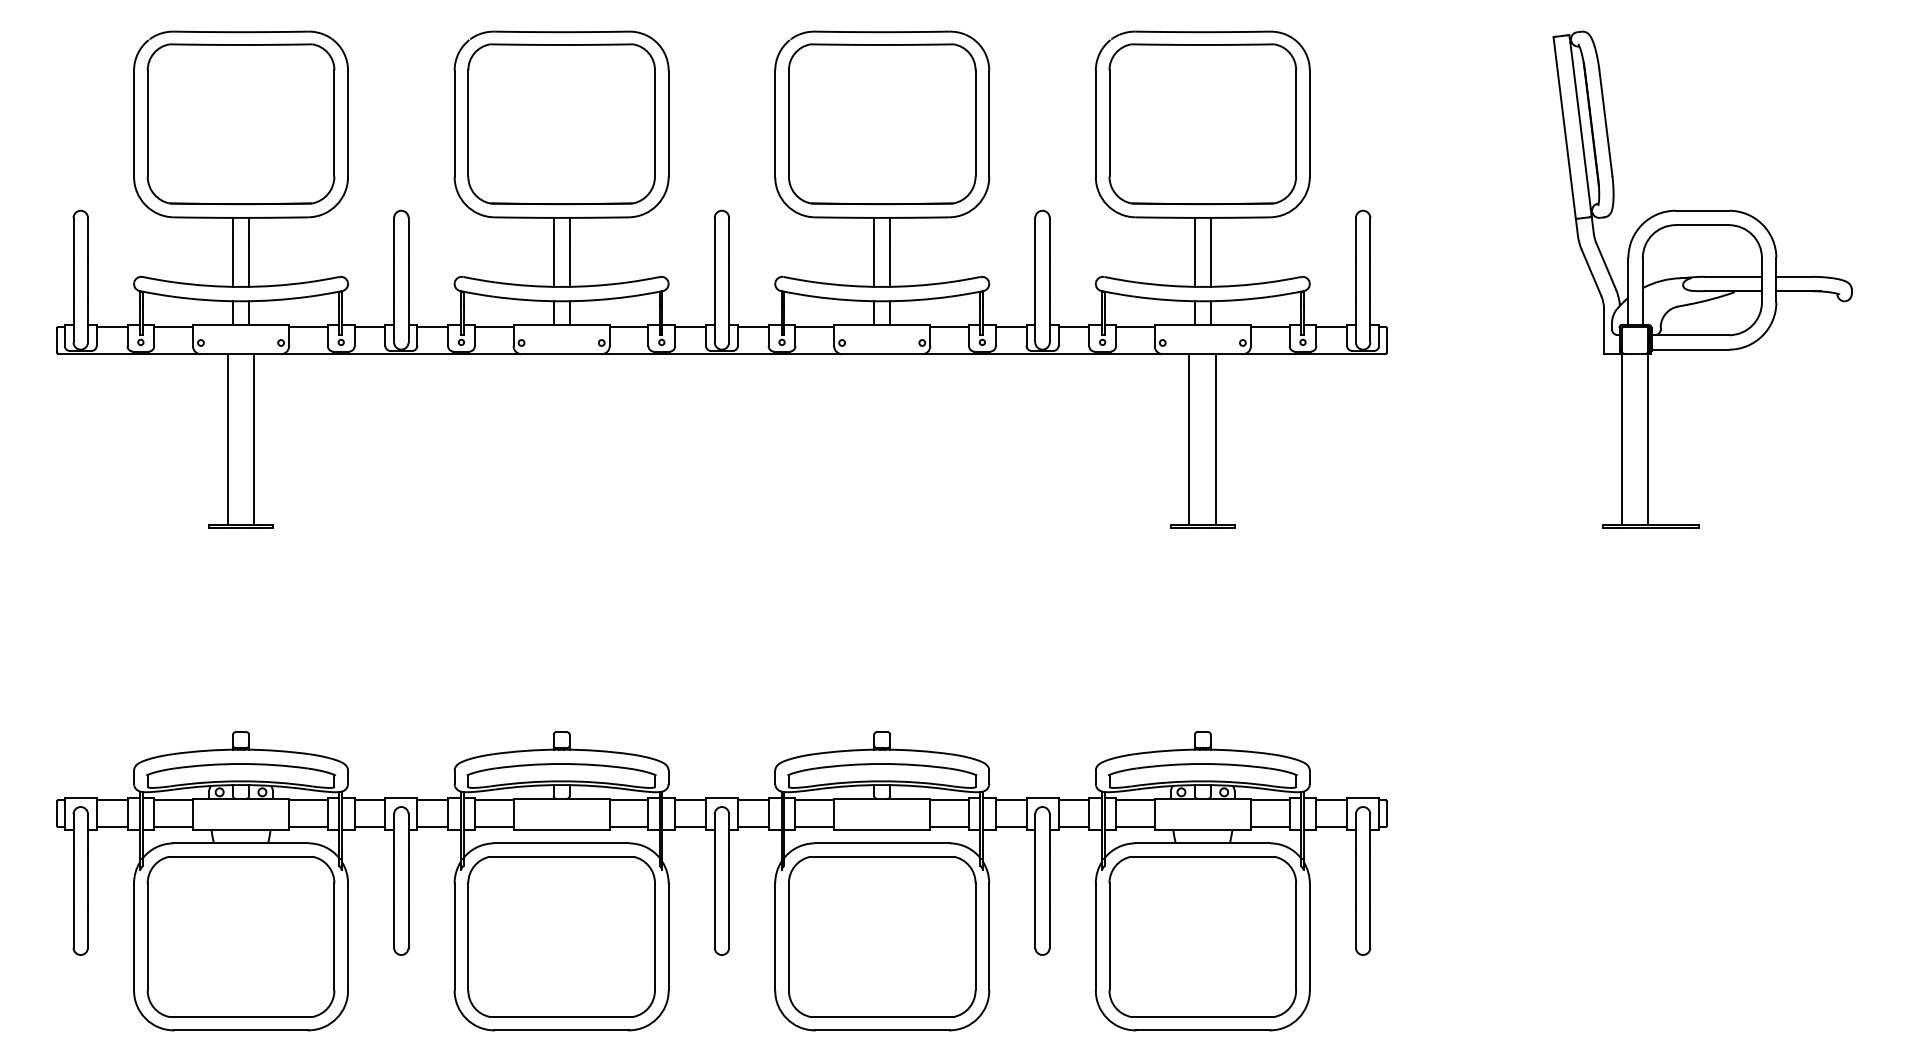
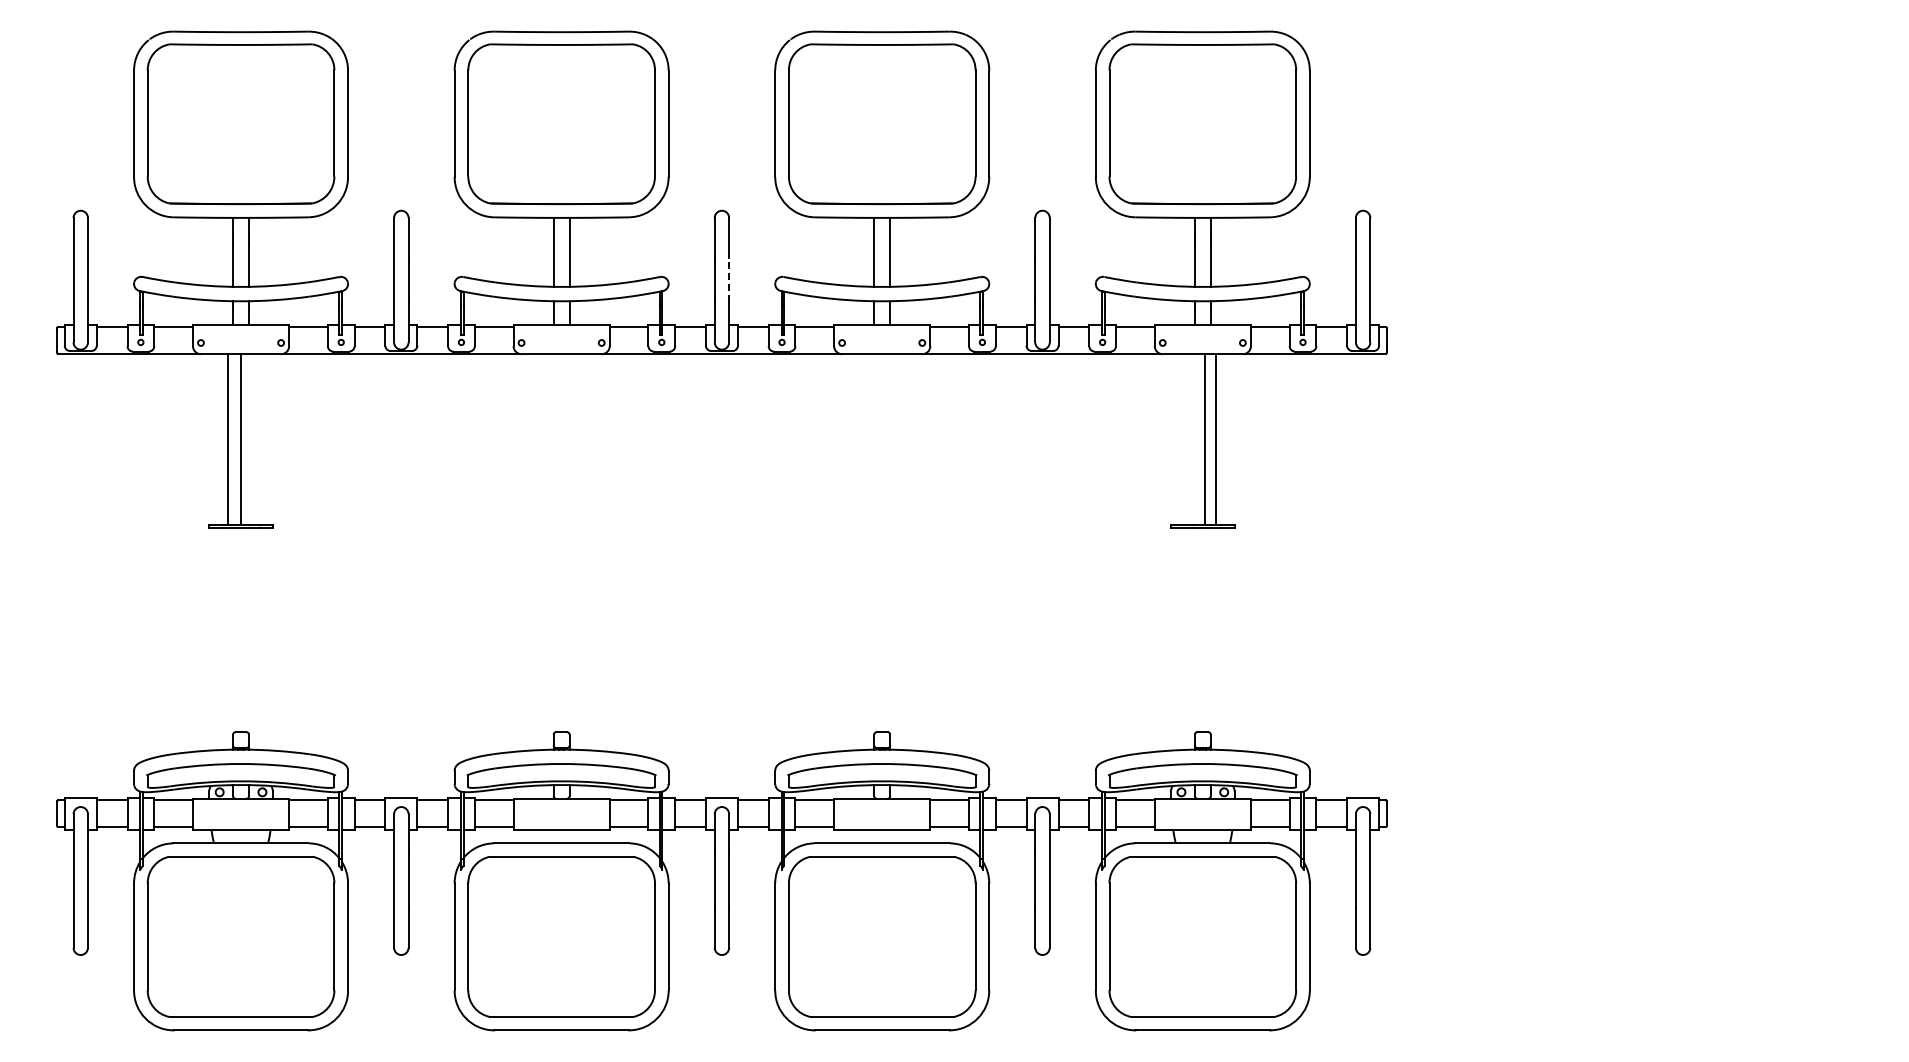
line at (729, 279): solid -> dashed
part at (1702, 279): present -> none
line at (254, 439) position: (254, 439) -> (241, 439)
line at (1189, 439) position: (1189, 439) -> (1205, 439)
